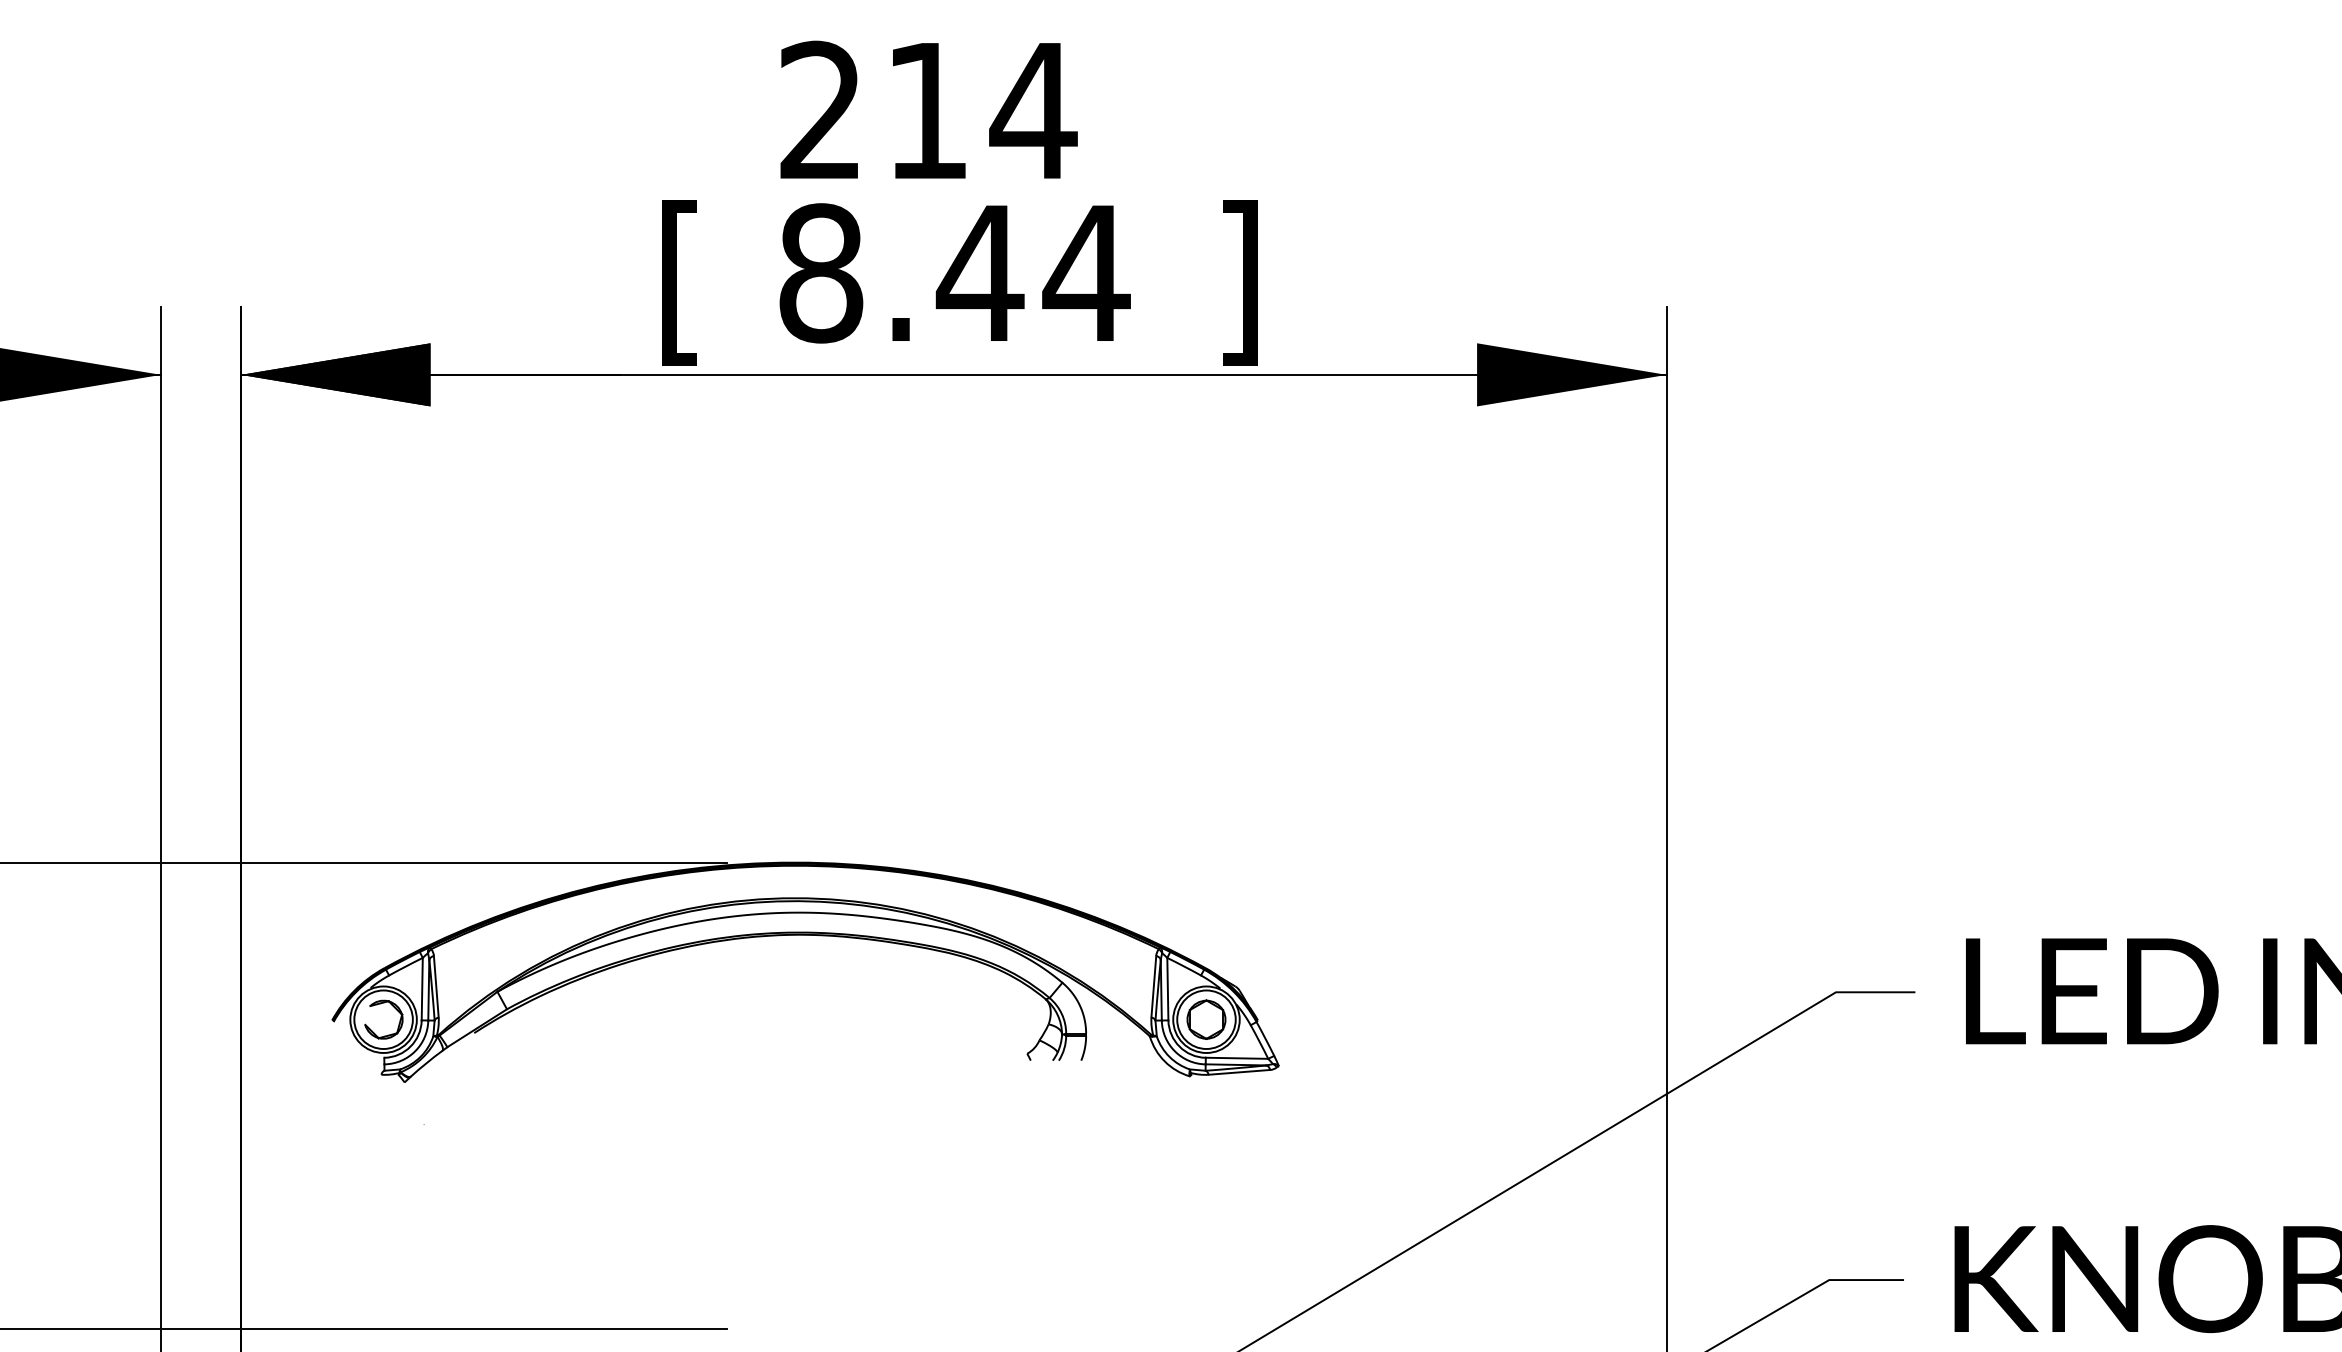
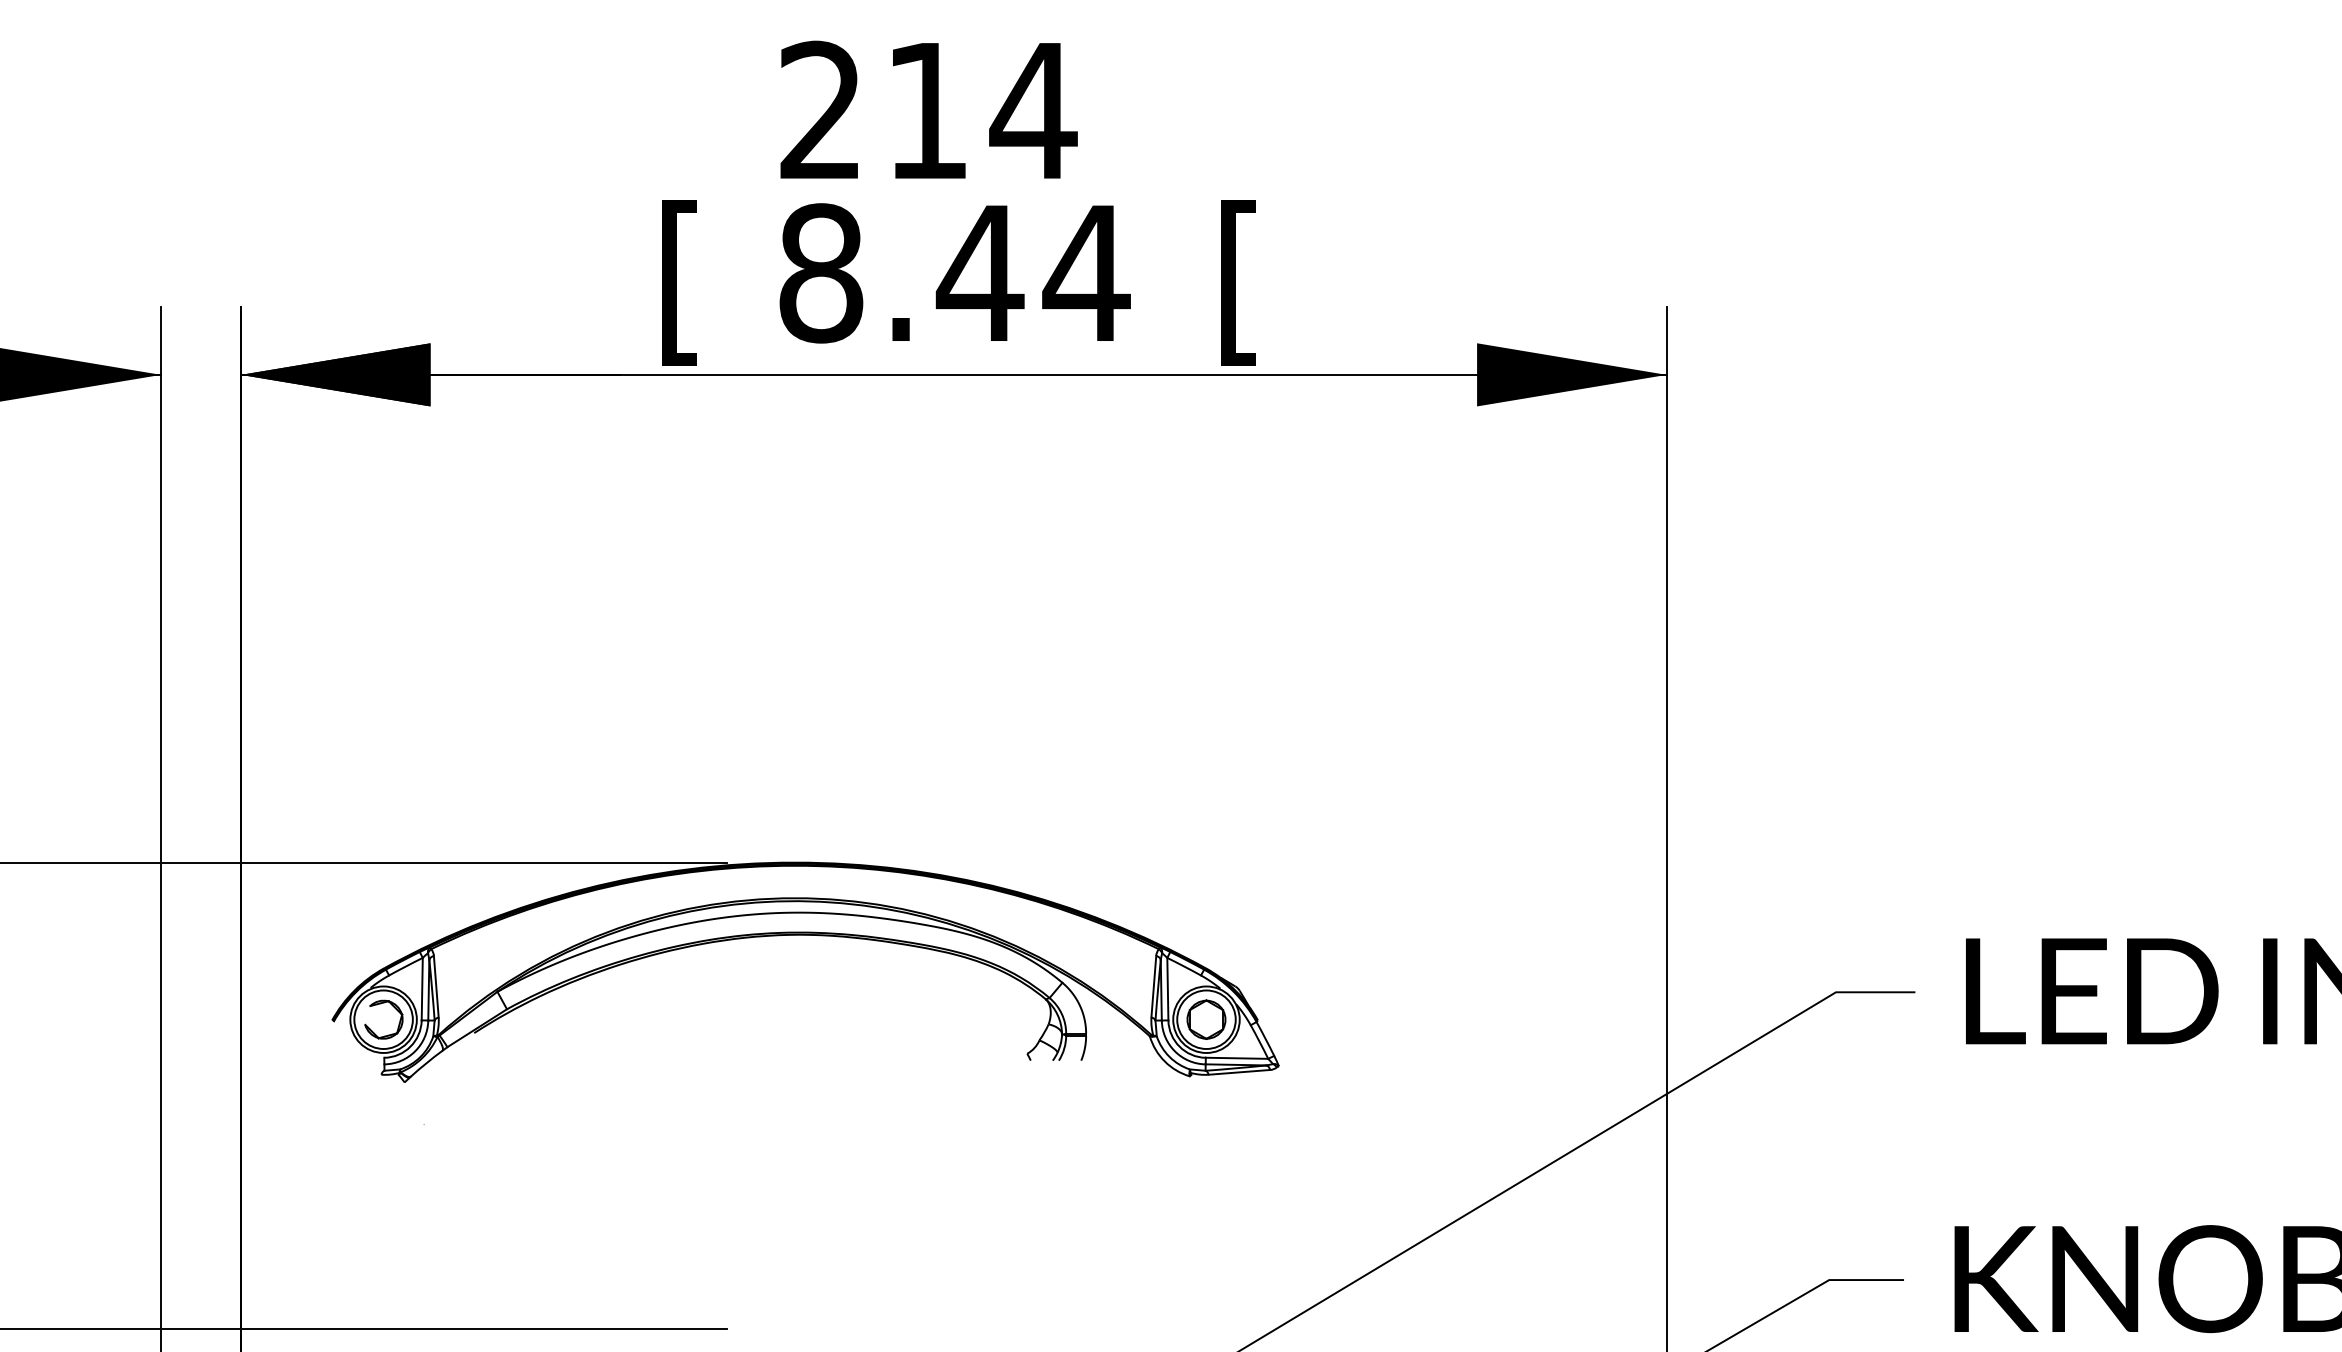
text at (1239, 282): ] -> [
